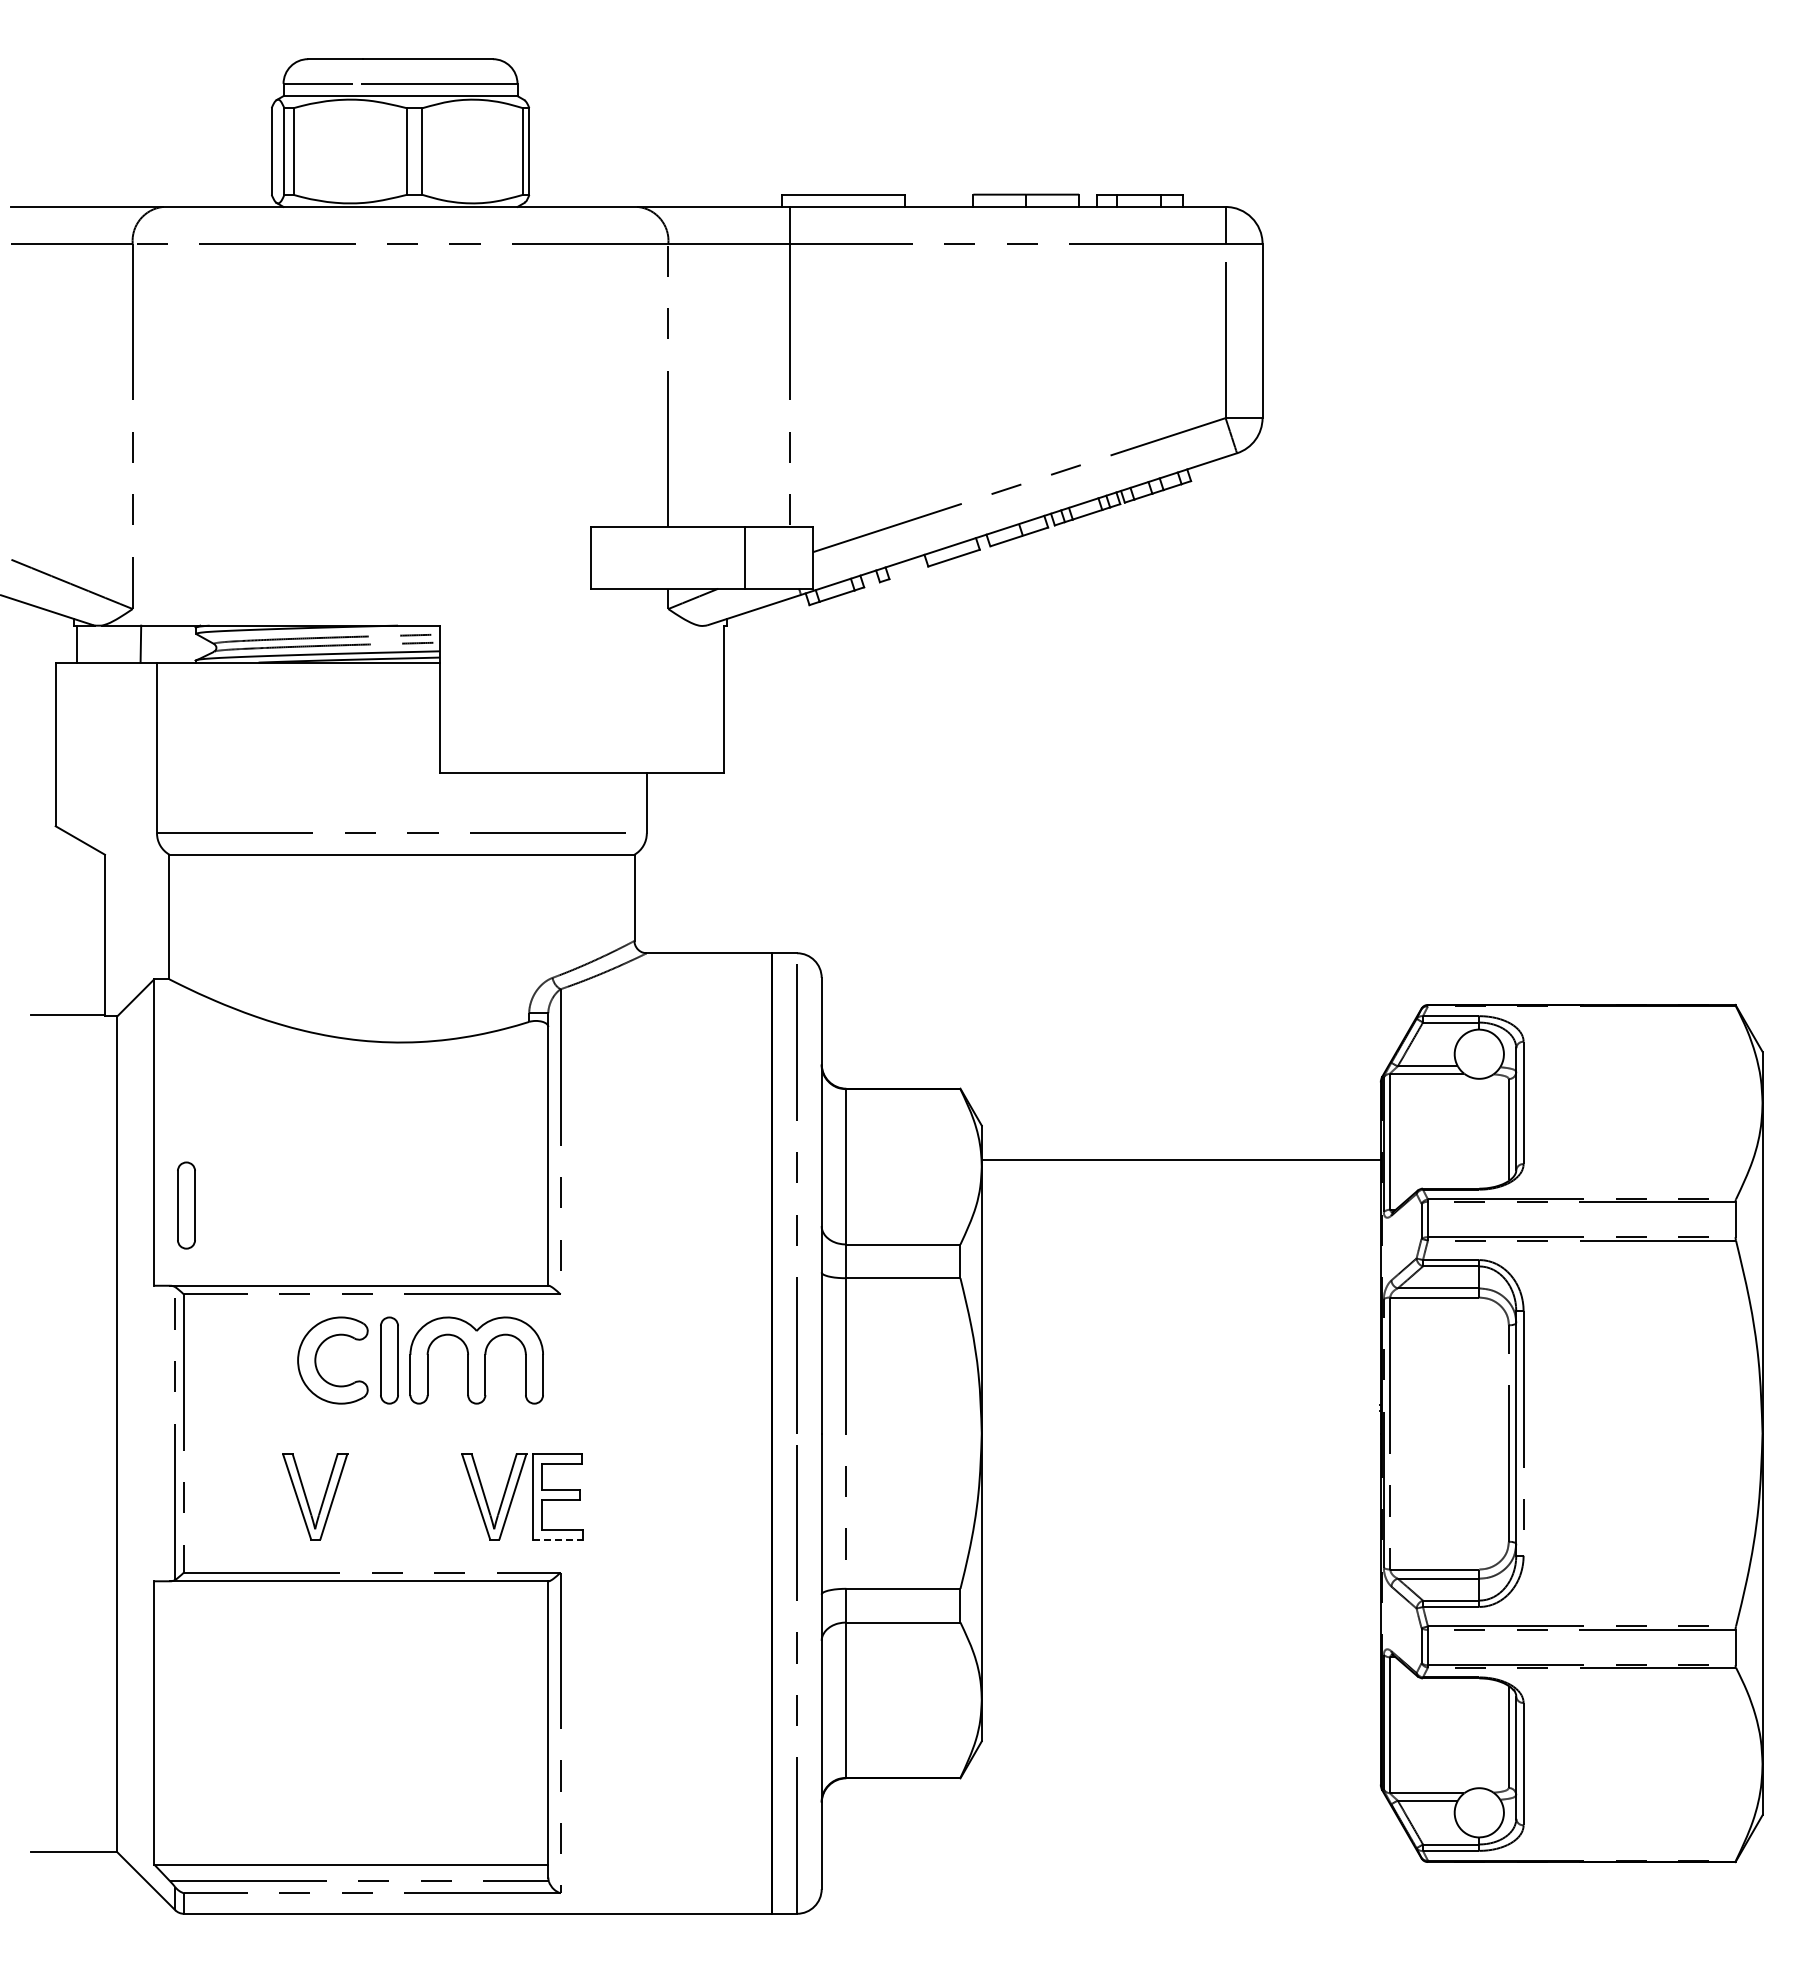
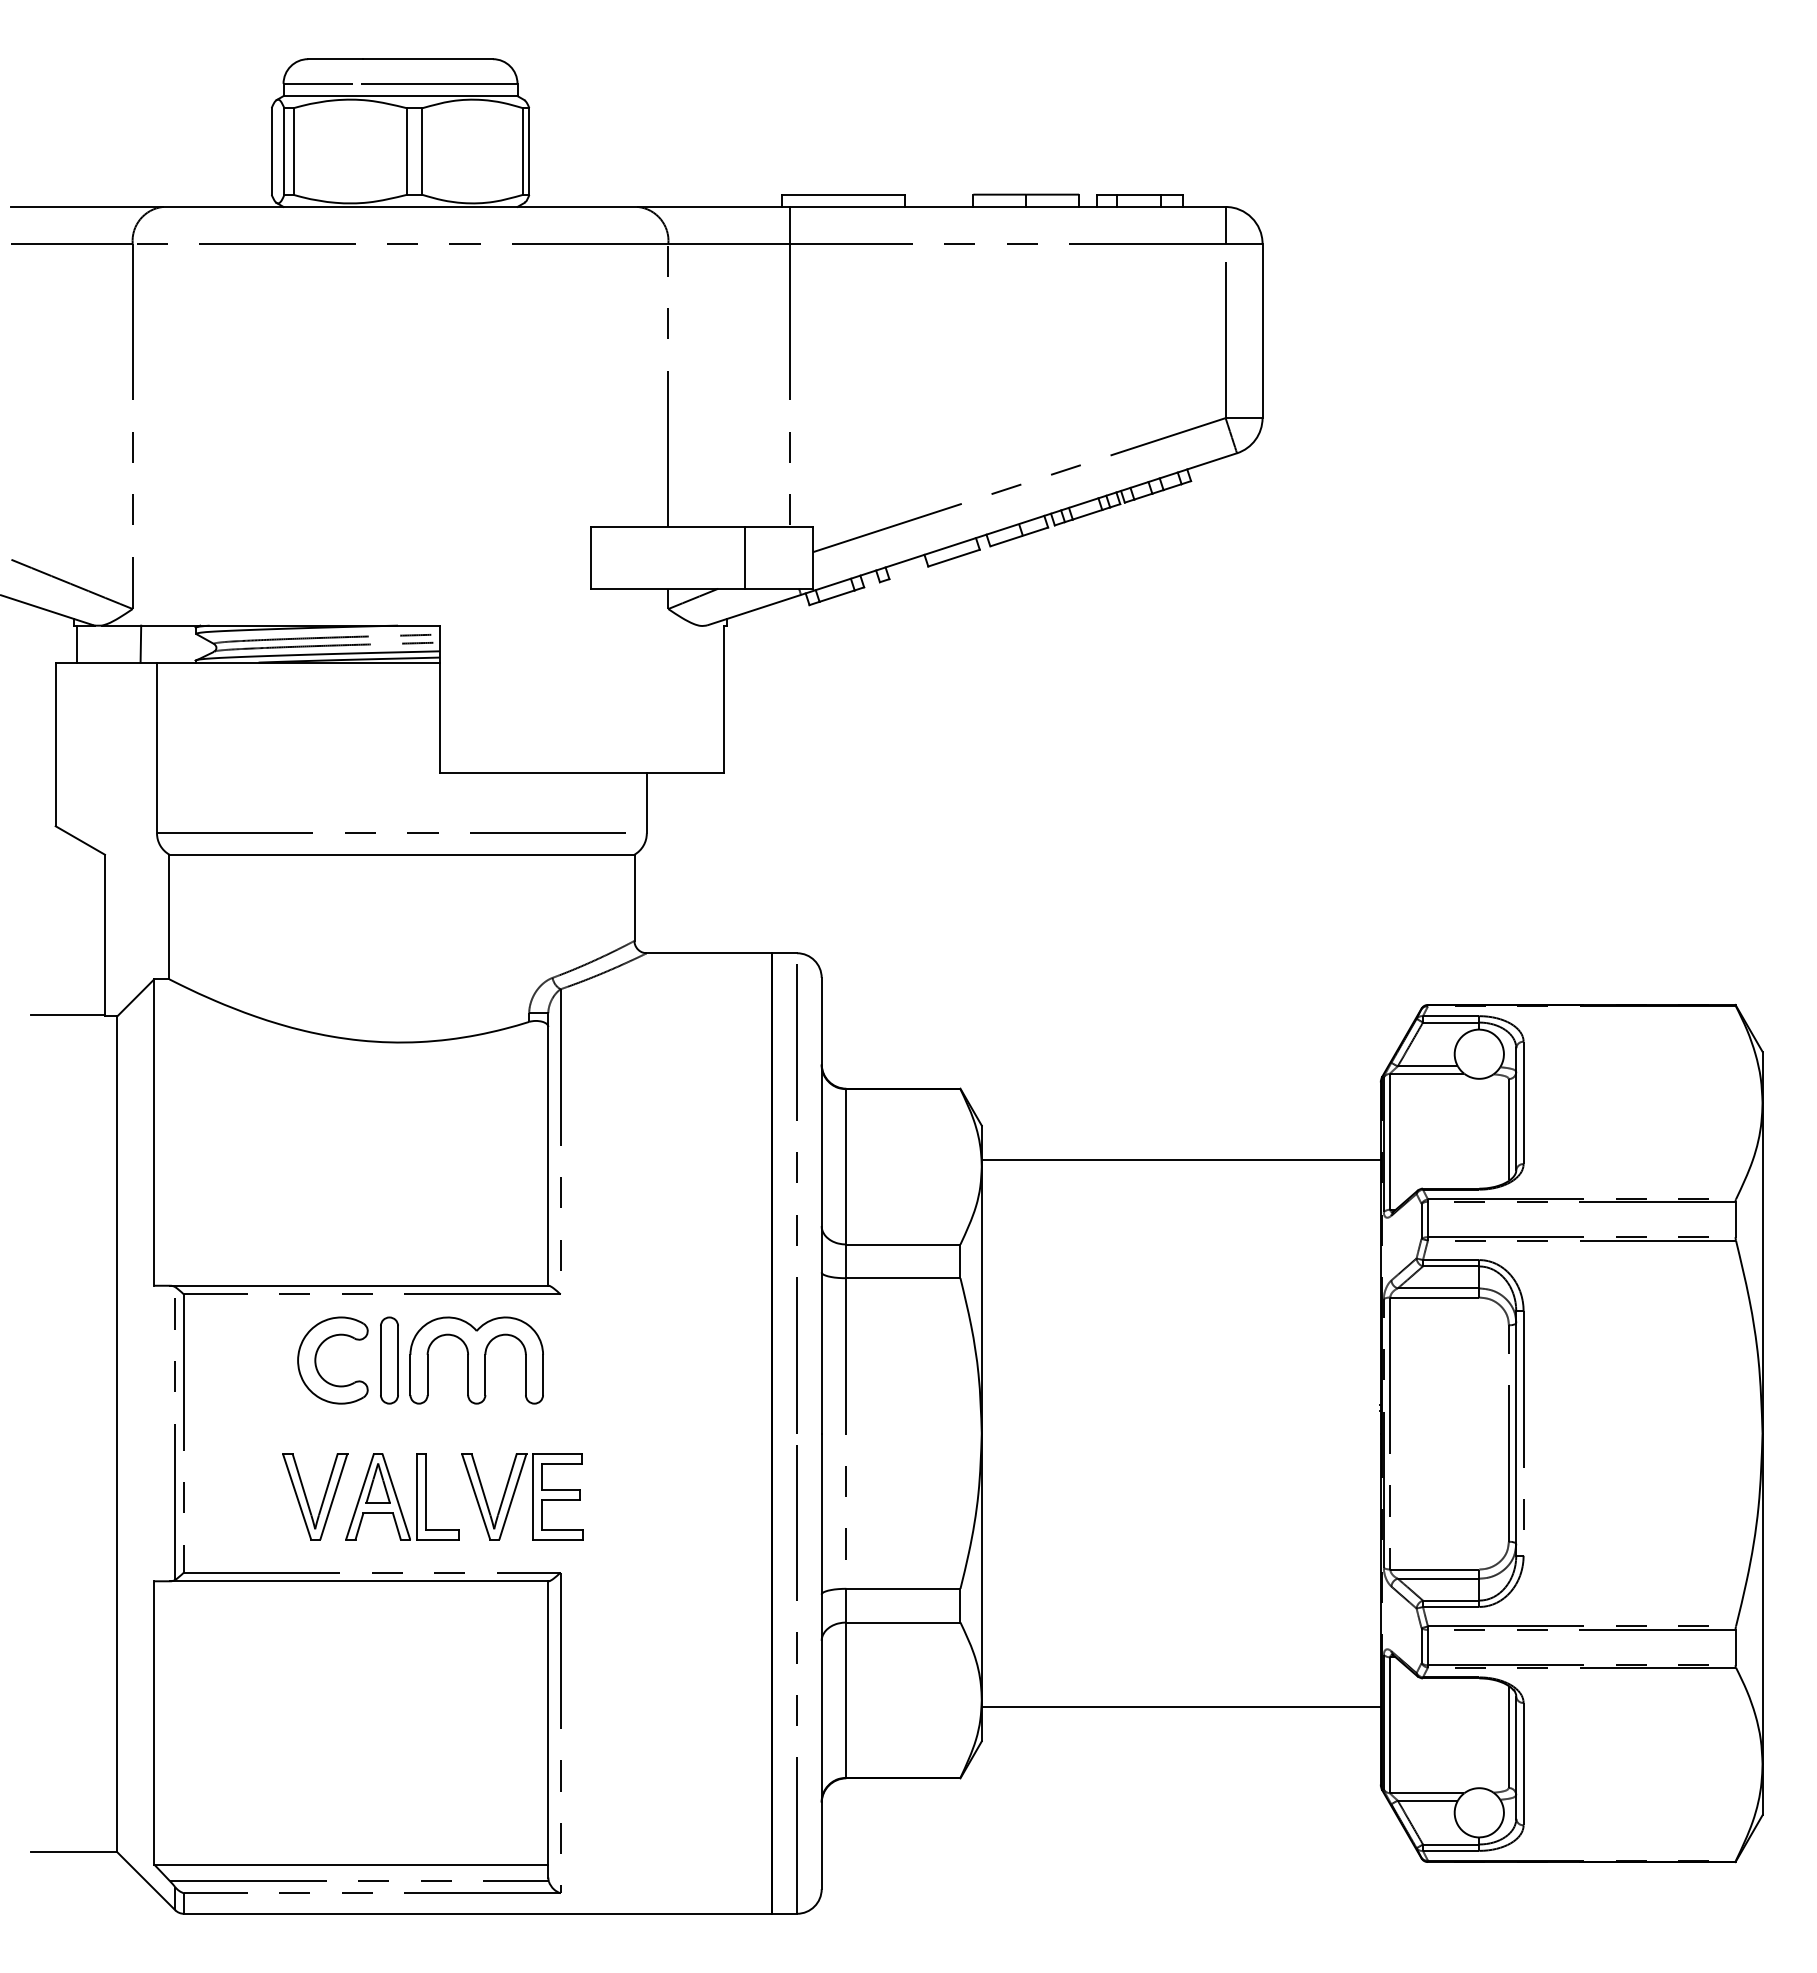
part at (186, 1205): present -> none
part at (402, 1496): none -> present
line at (558, 1539): dashed -> solid
line at (1180, 1706): none -> present
